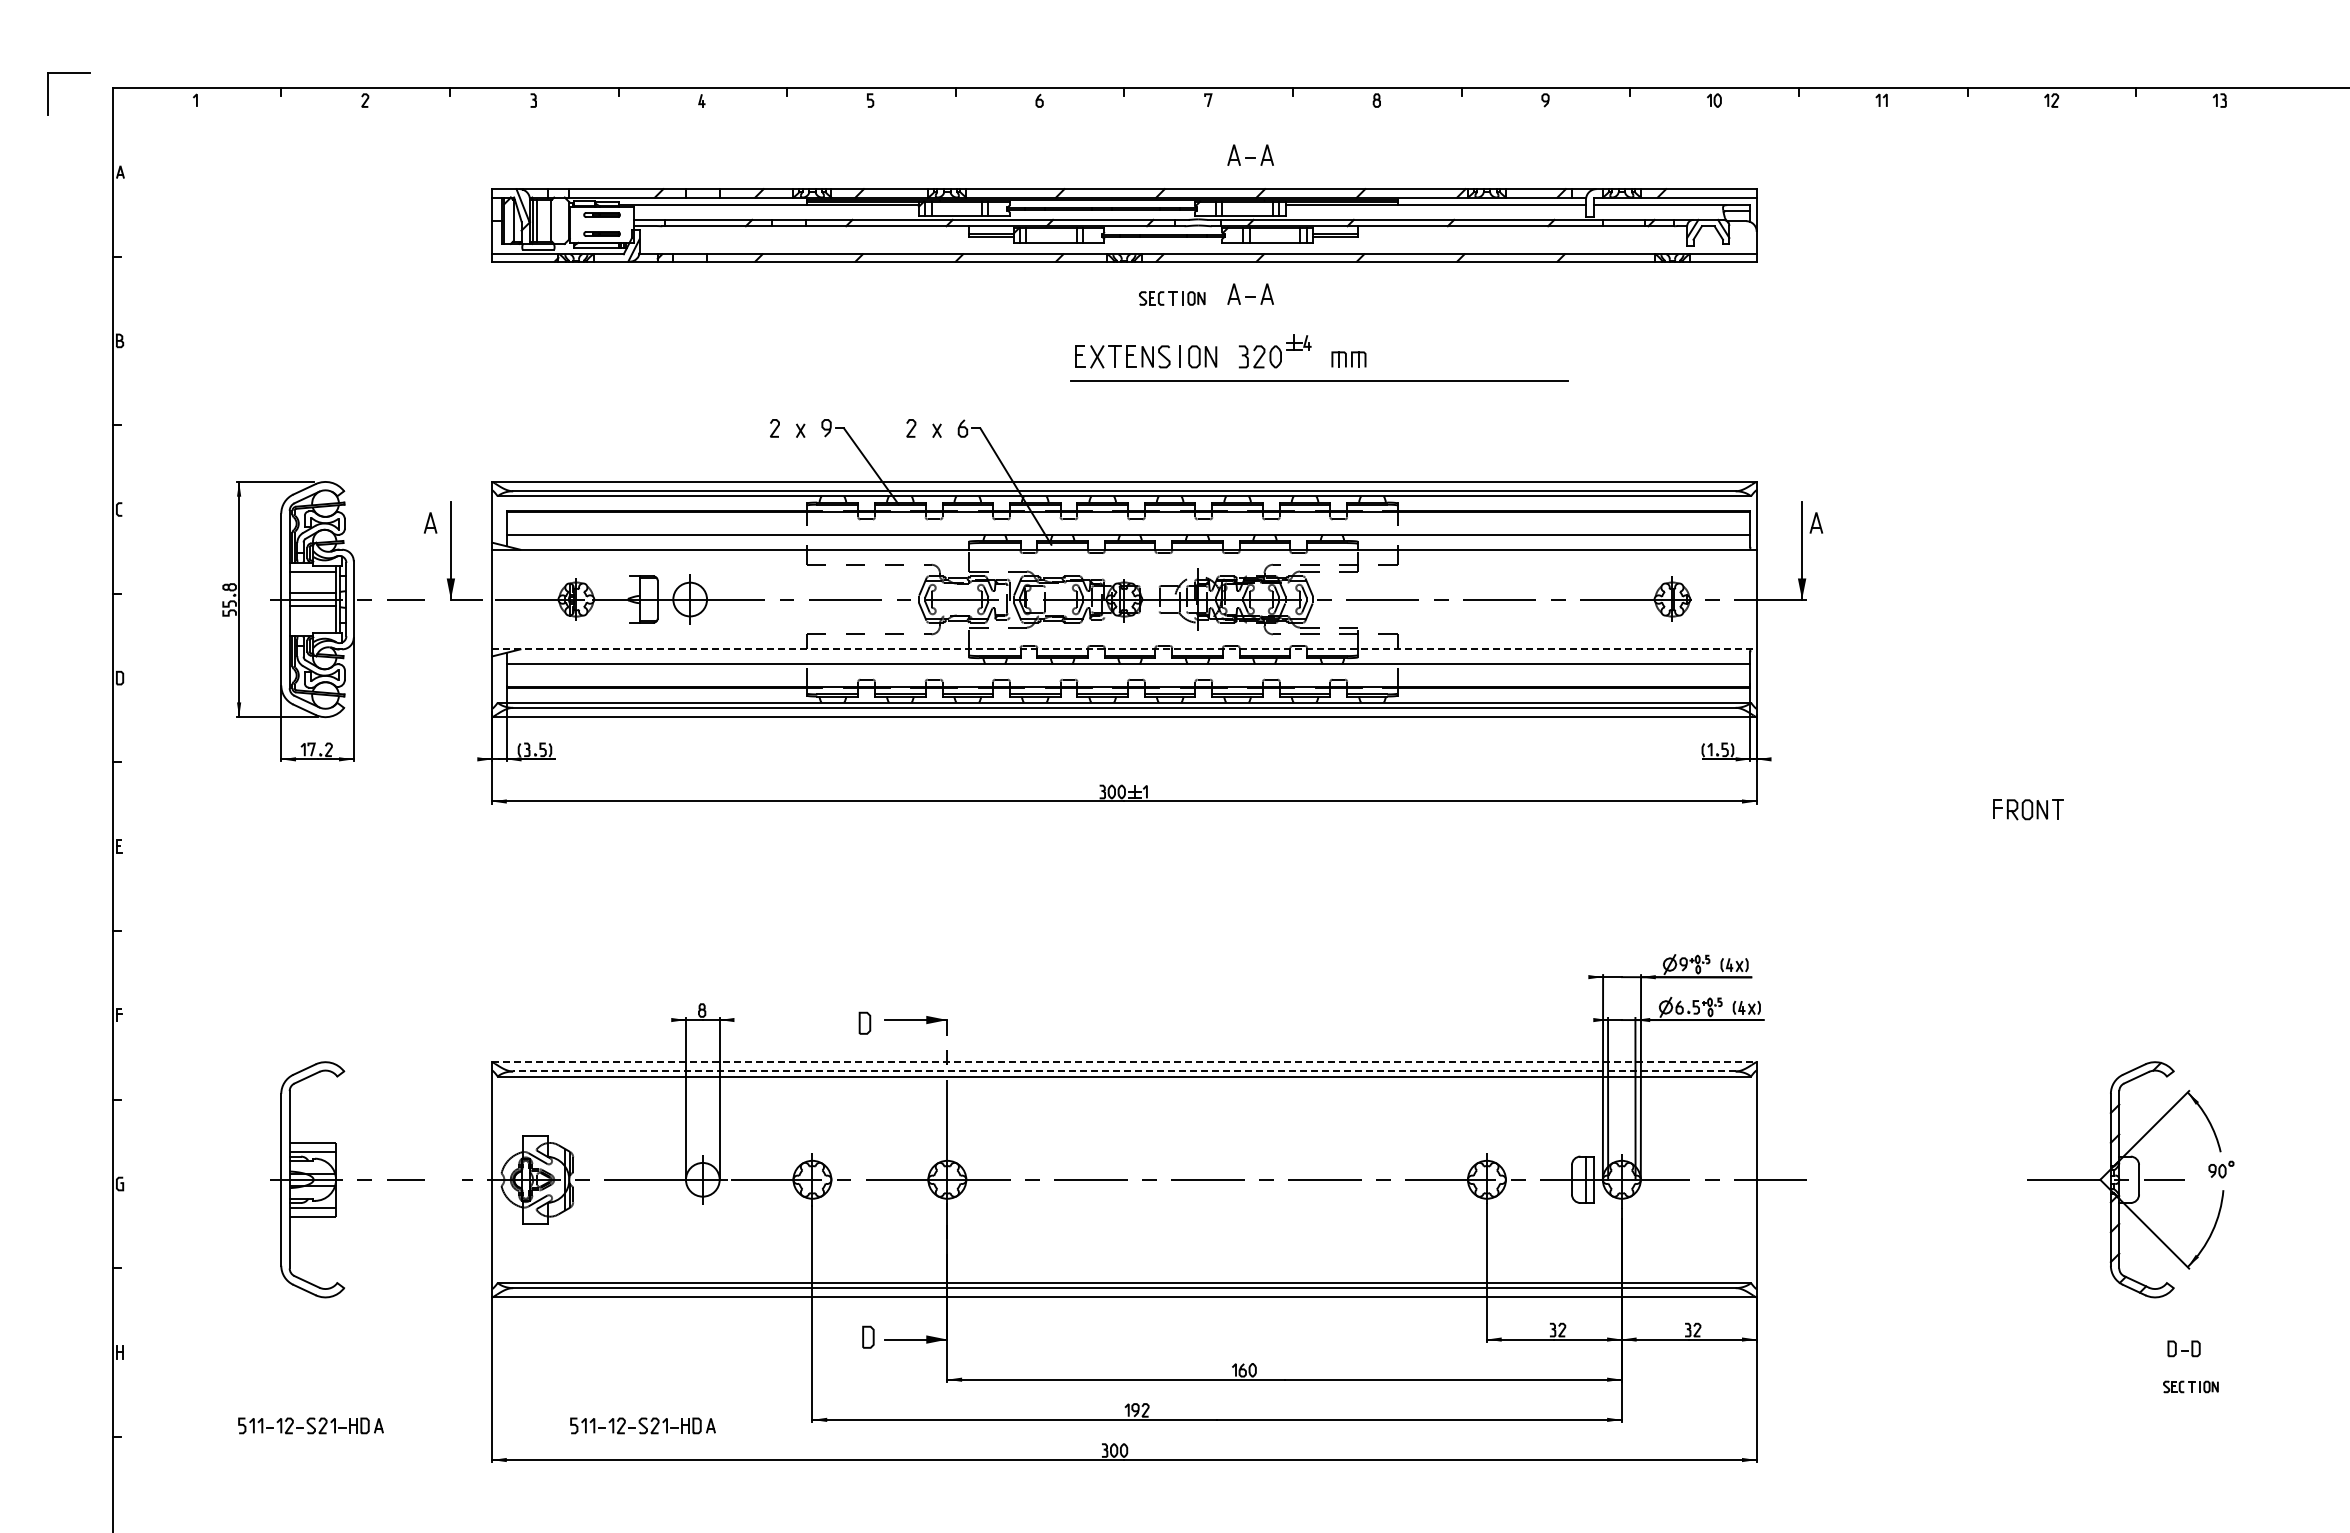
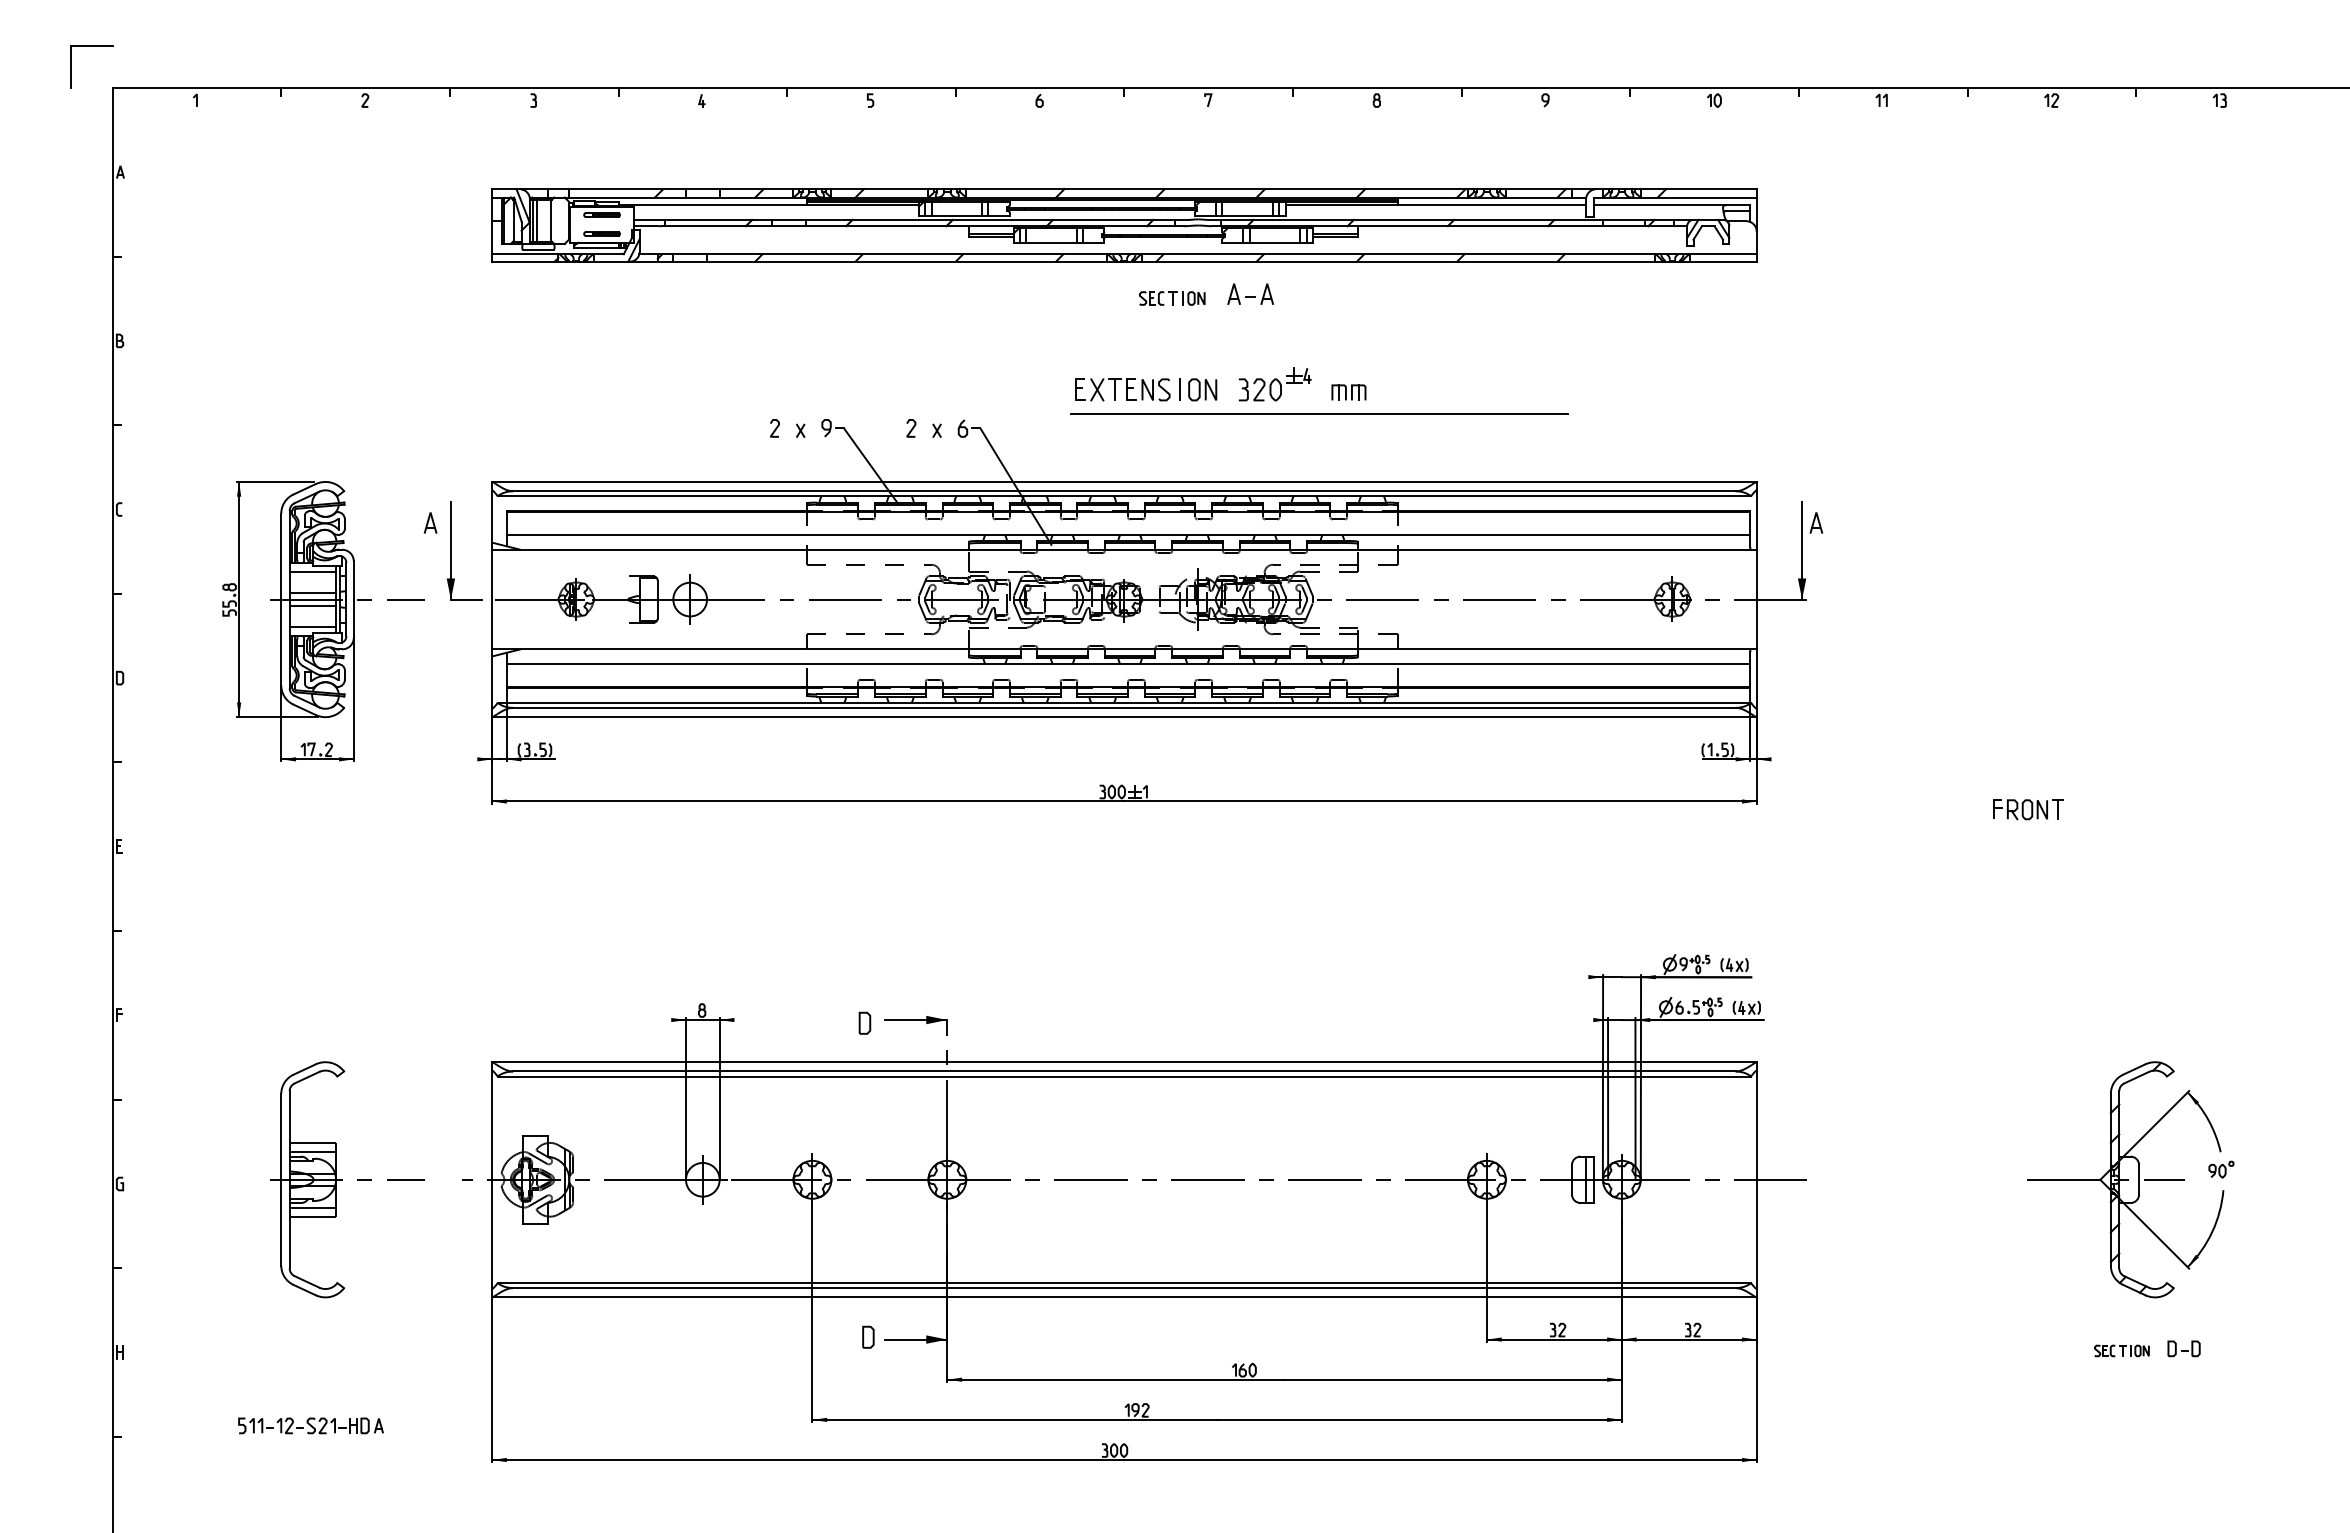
part at (68, 73) position: (68, 73) -> (91, 46)
part at (1250, 154): present -> none
part at (1331, 357) position: (1331, 357) -> (1331, 390)
line at (312, 627): none -> present
line at (1124, 649): dashed -> solid
line at (1124, 1062): dashed -> solid
line at (1123, 1071): dashed -> solid
part at (2190, 1386) position: (2190, 1386) -> (2121, 1350)
part at (642, 1425): present -> none
